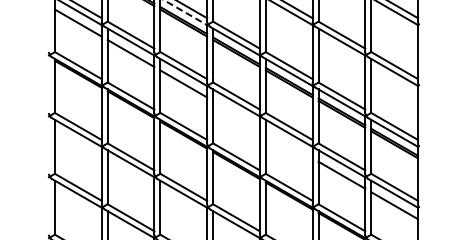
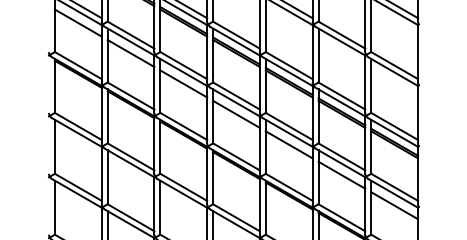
line at (185, 12): dashed -> solid
line at (236, 113): none -> present
line at (288, 144): none -> present
